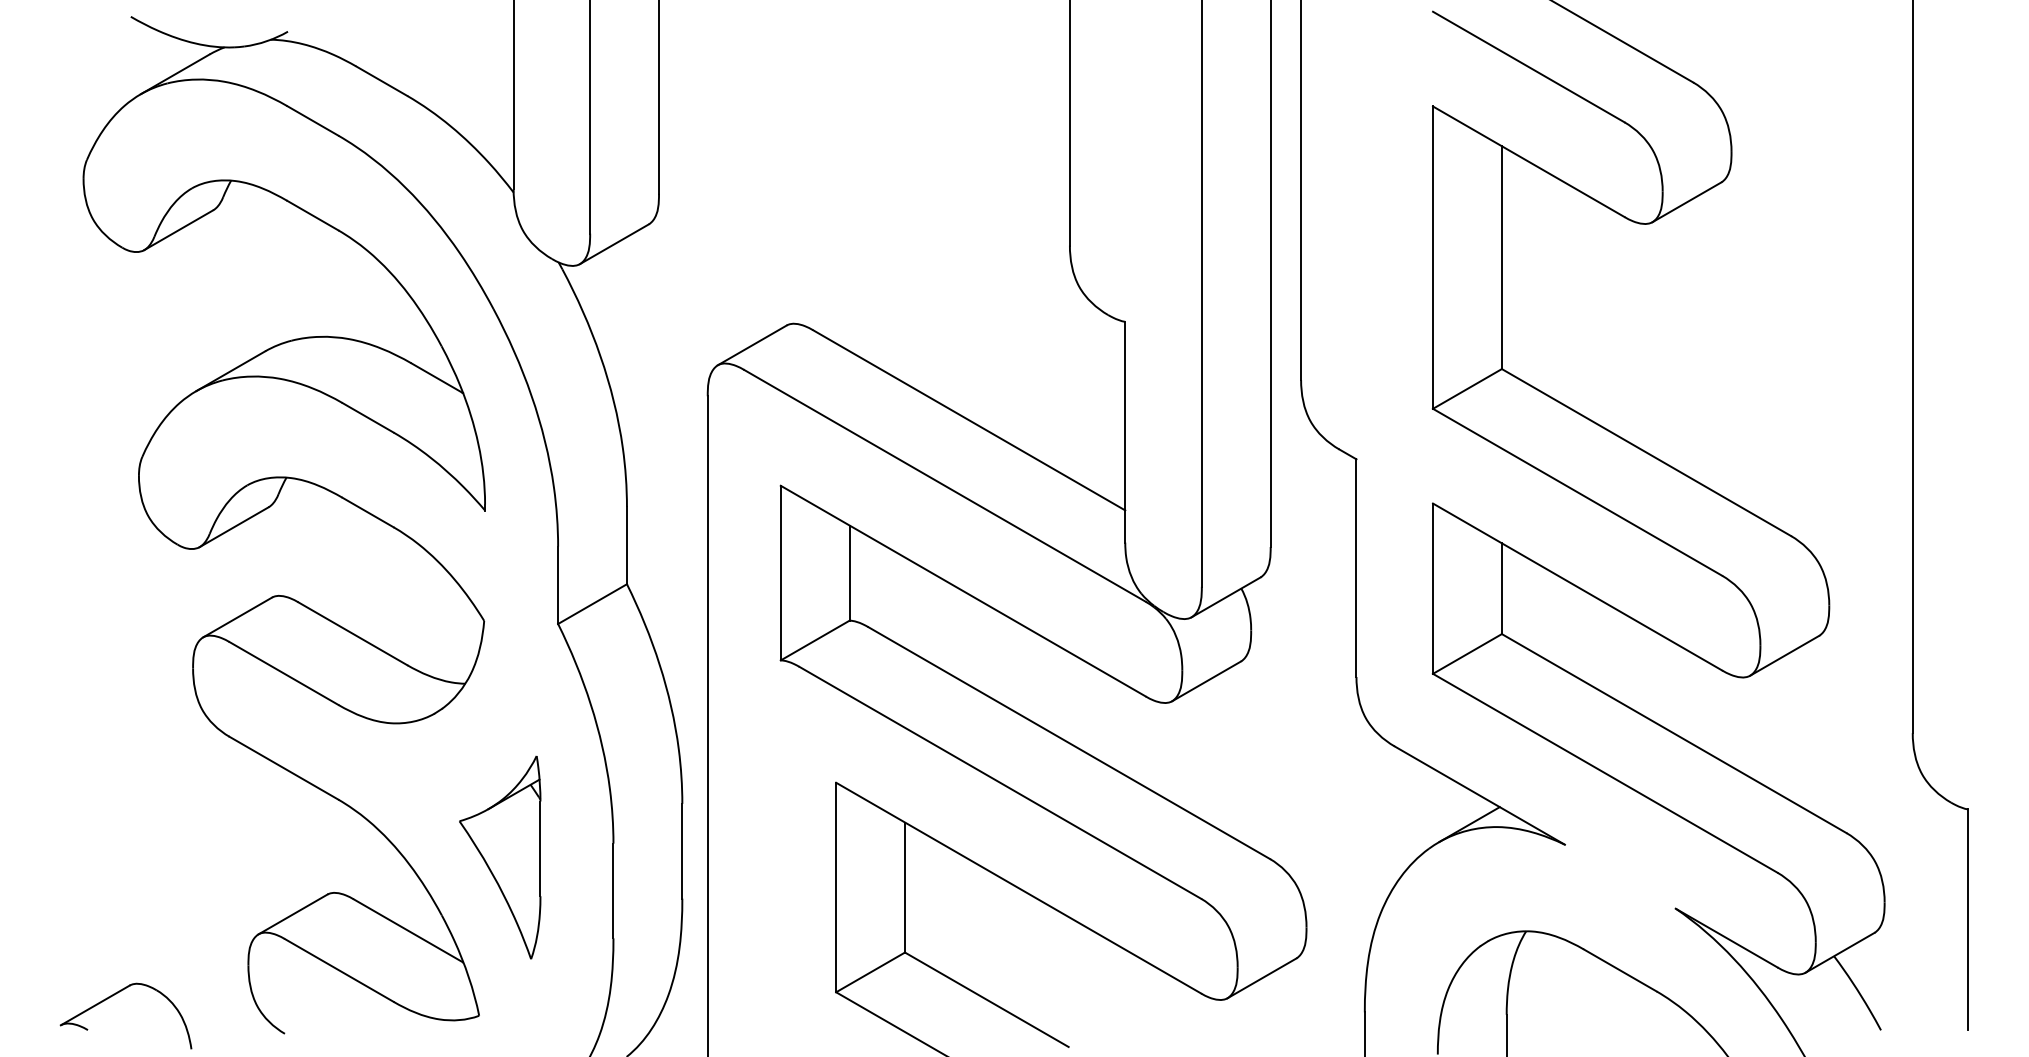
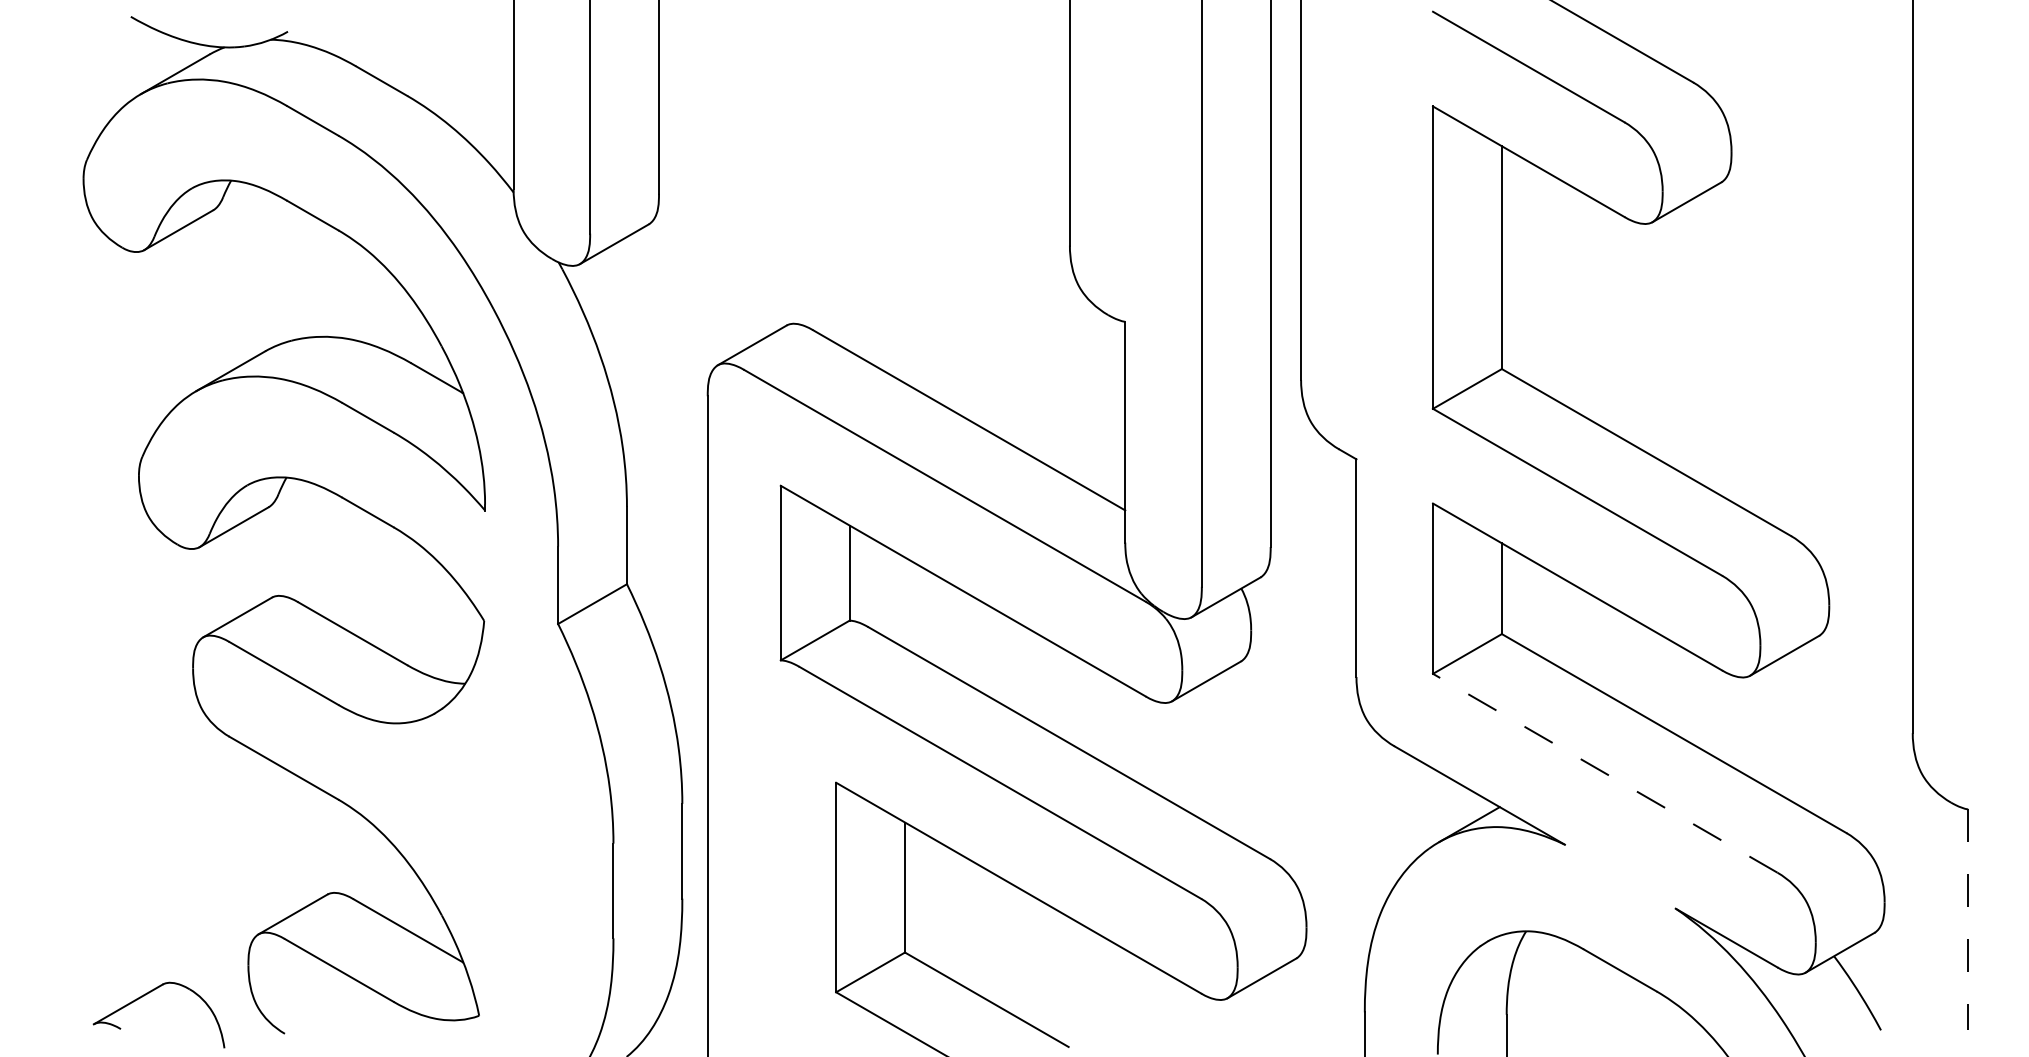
line at (1605, 773): solid -> dashed
part at (500, 857): present -> none
line at (1968, 920): solid -> dashed
part at (111, 997) position: (111, 997) -> (144, 996)
